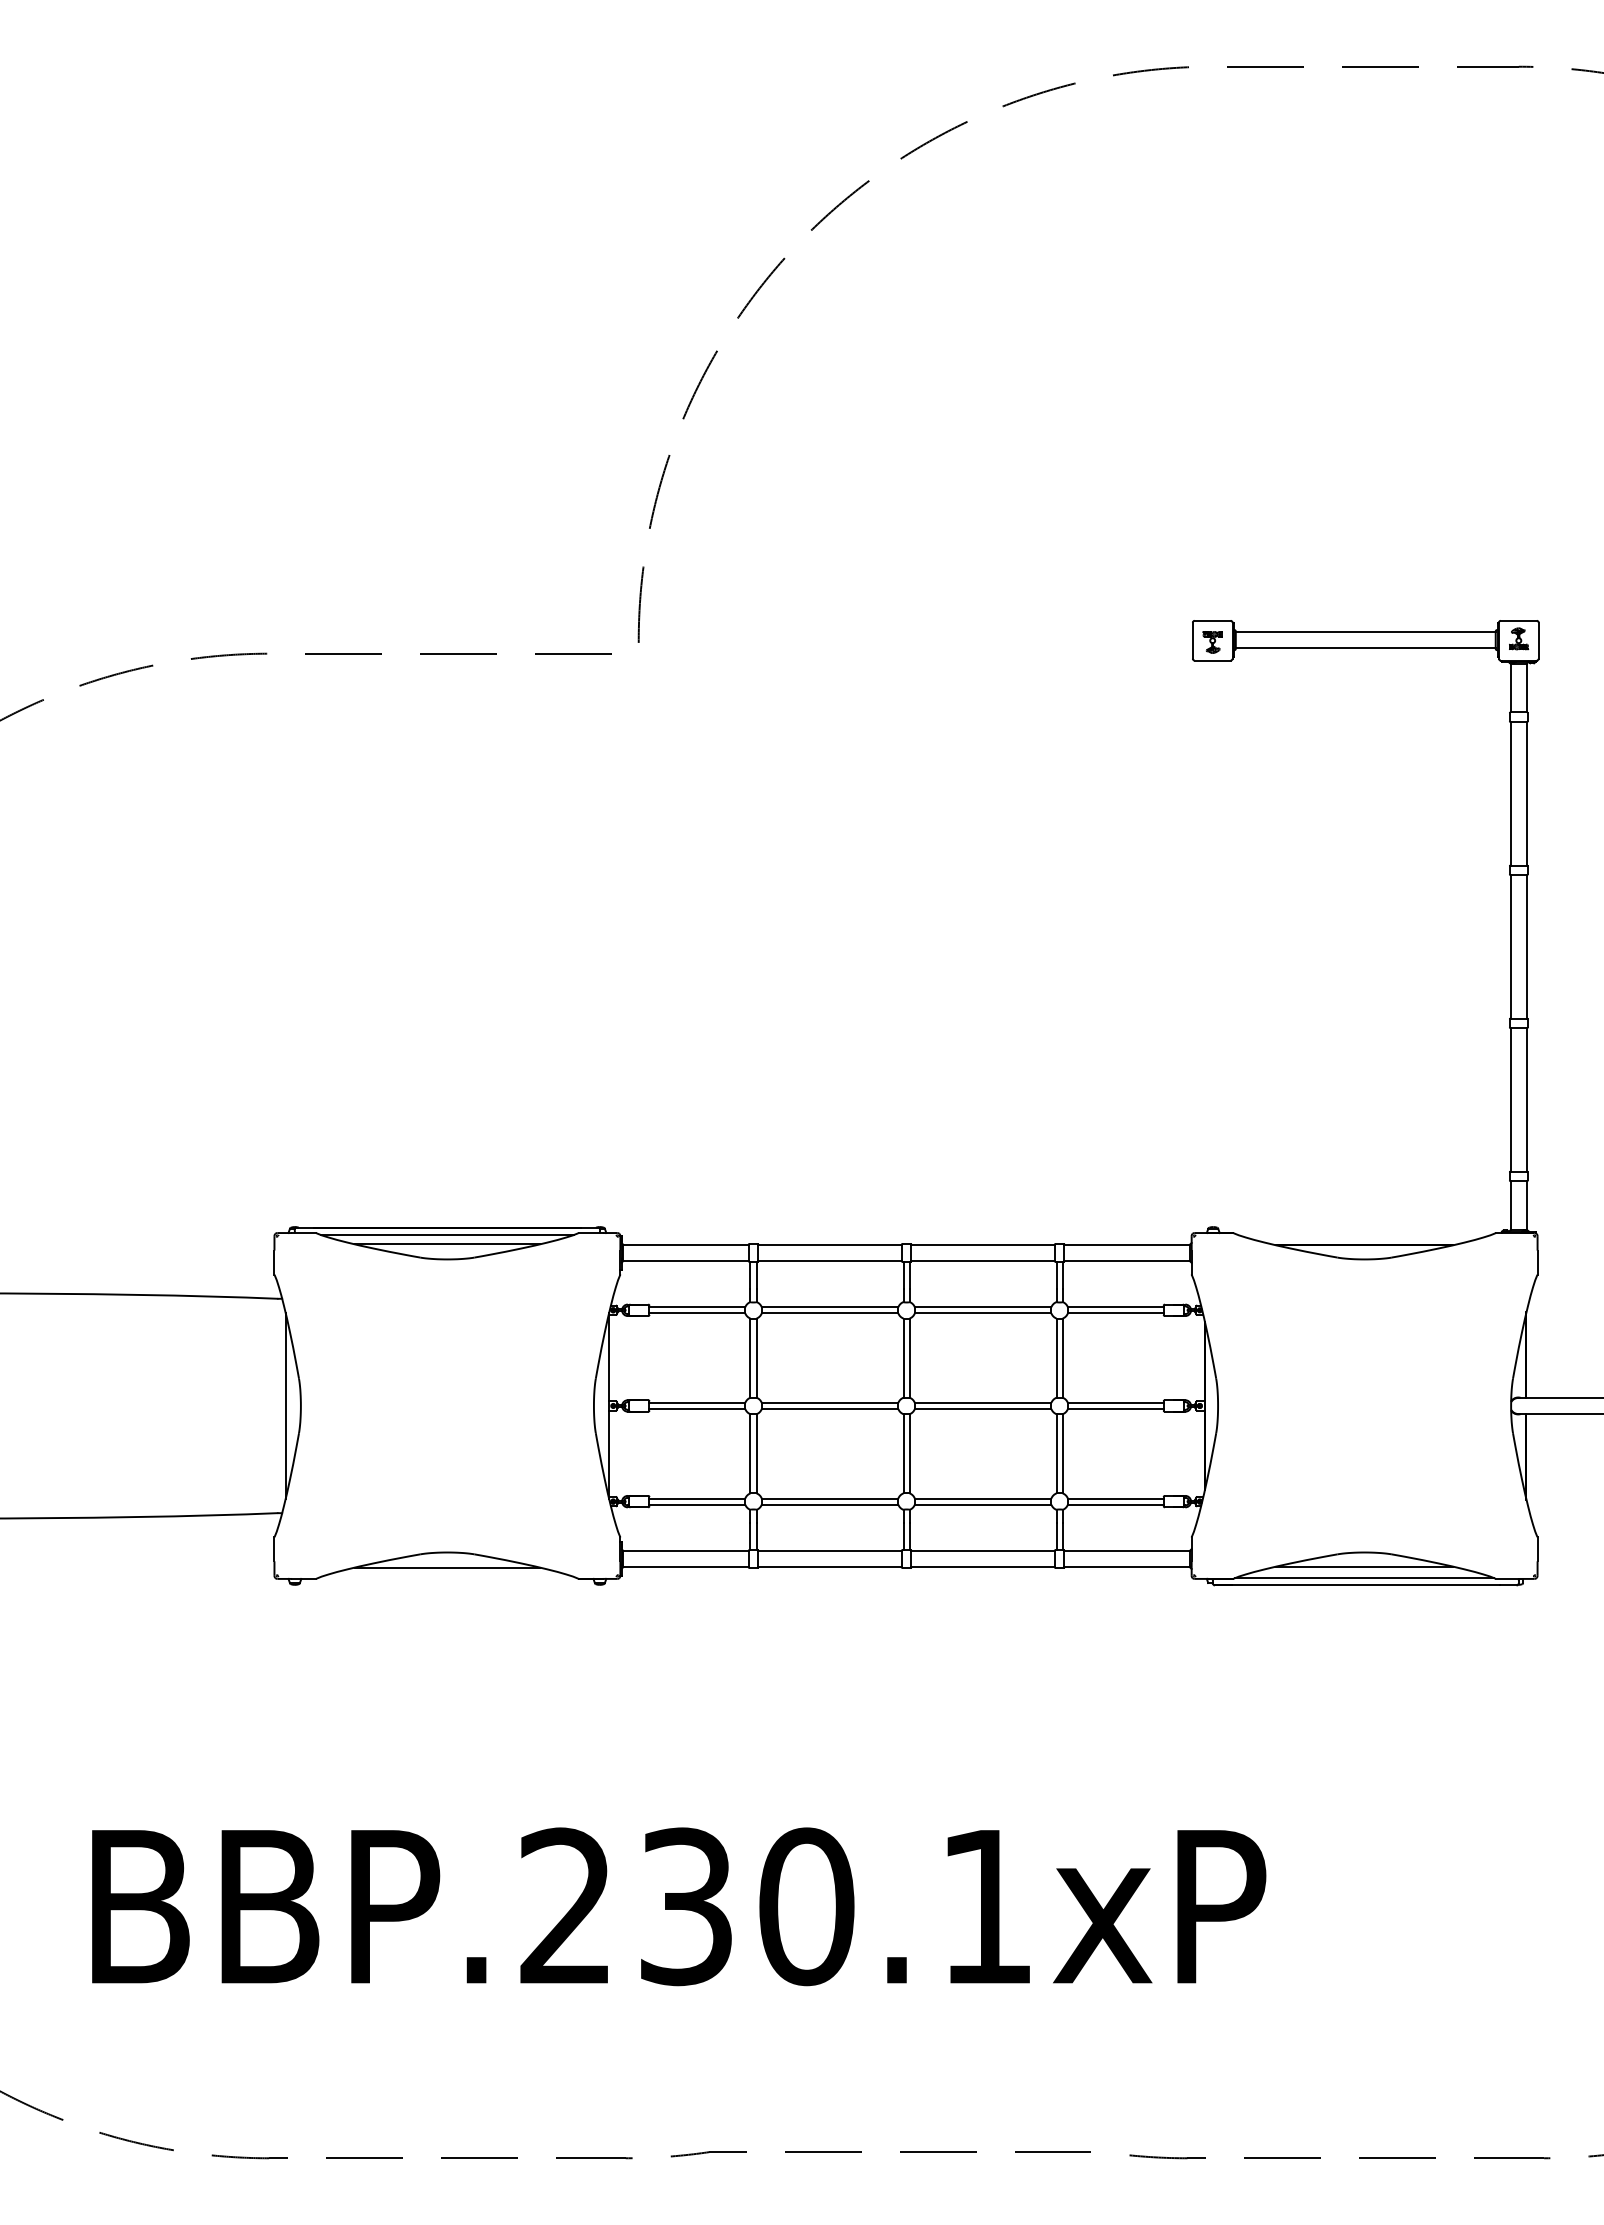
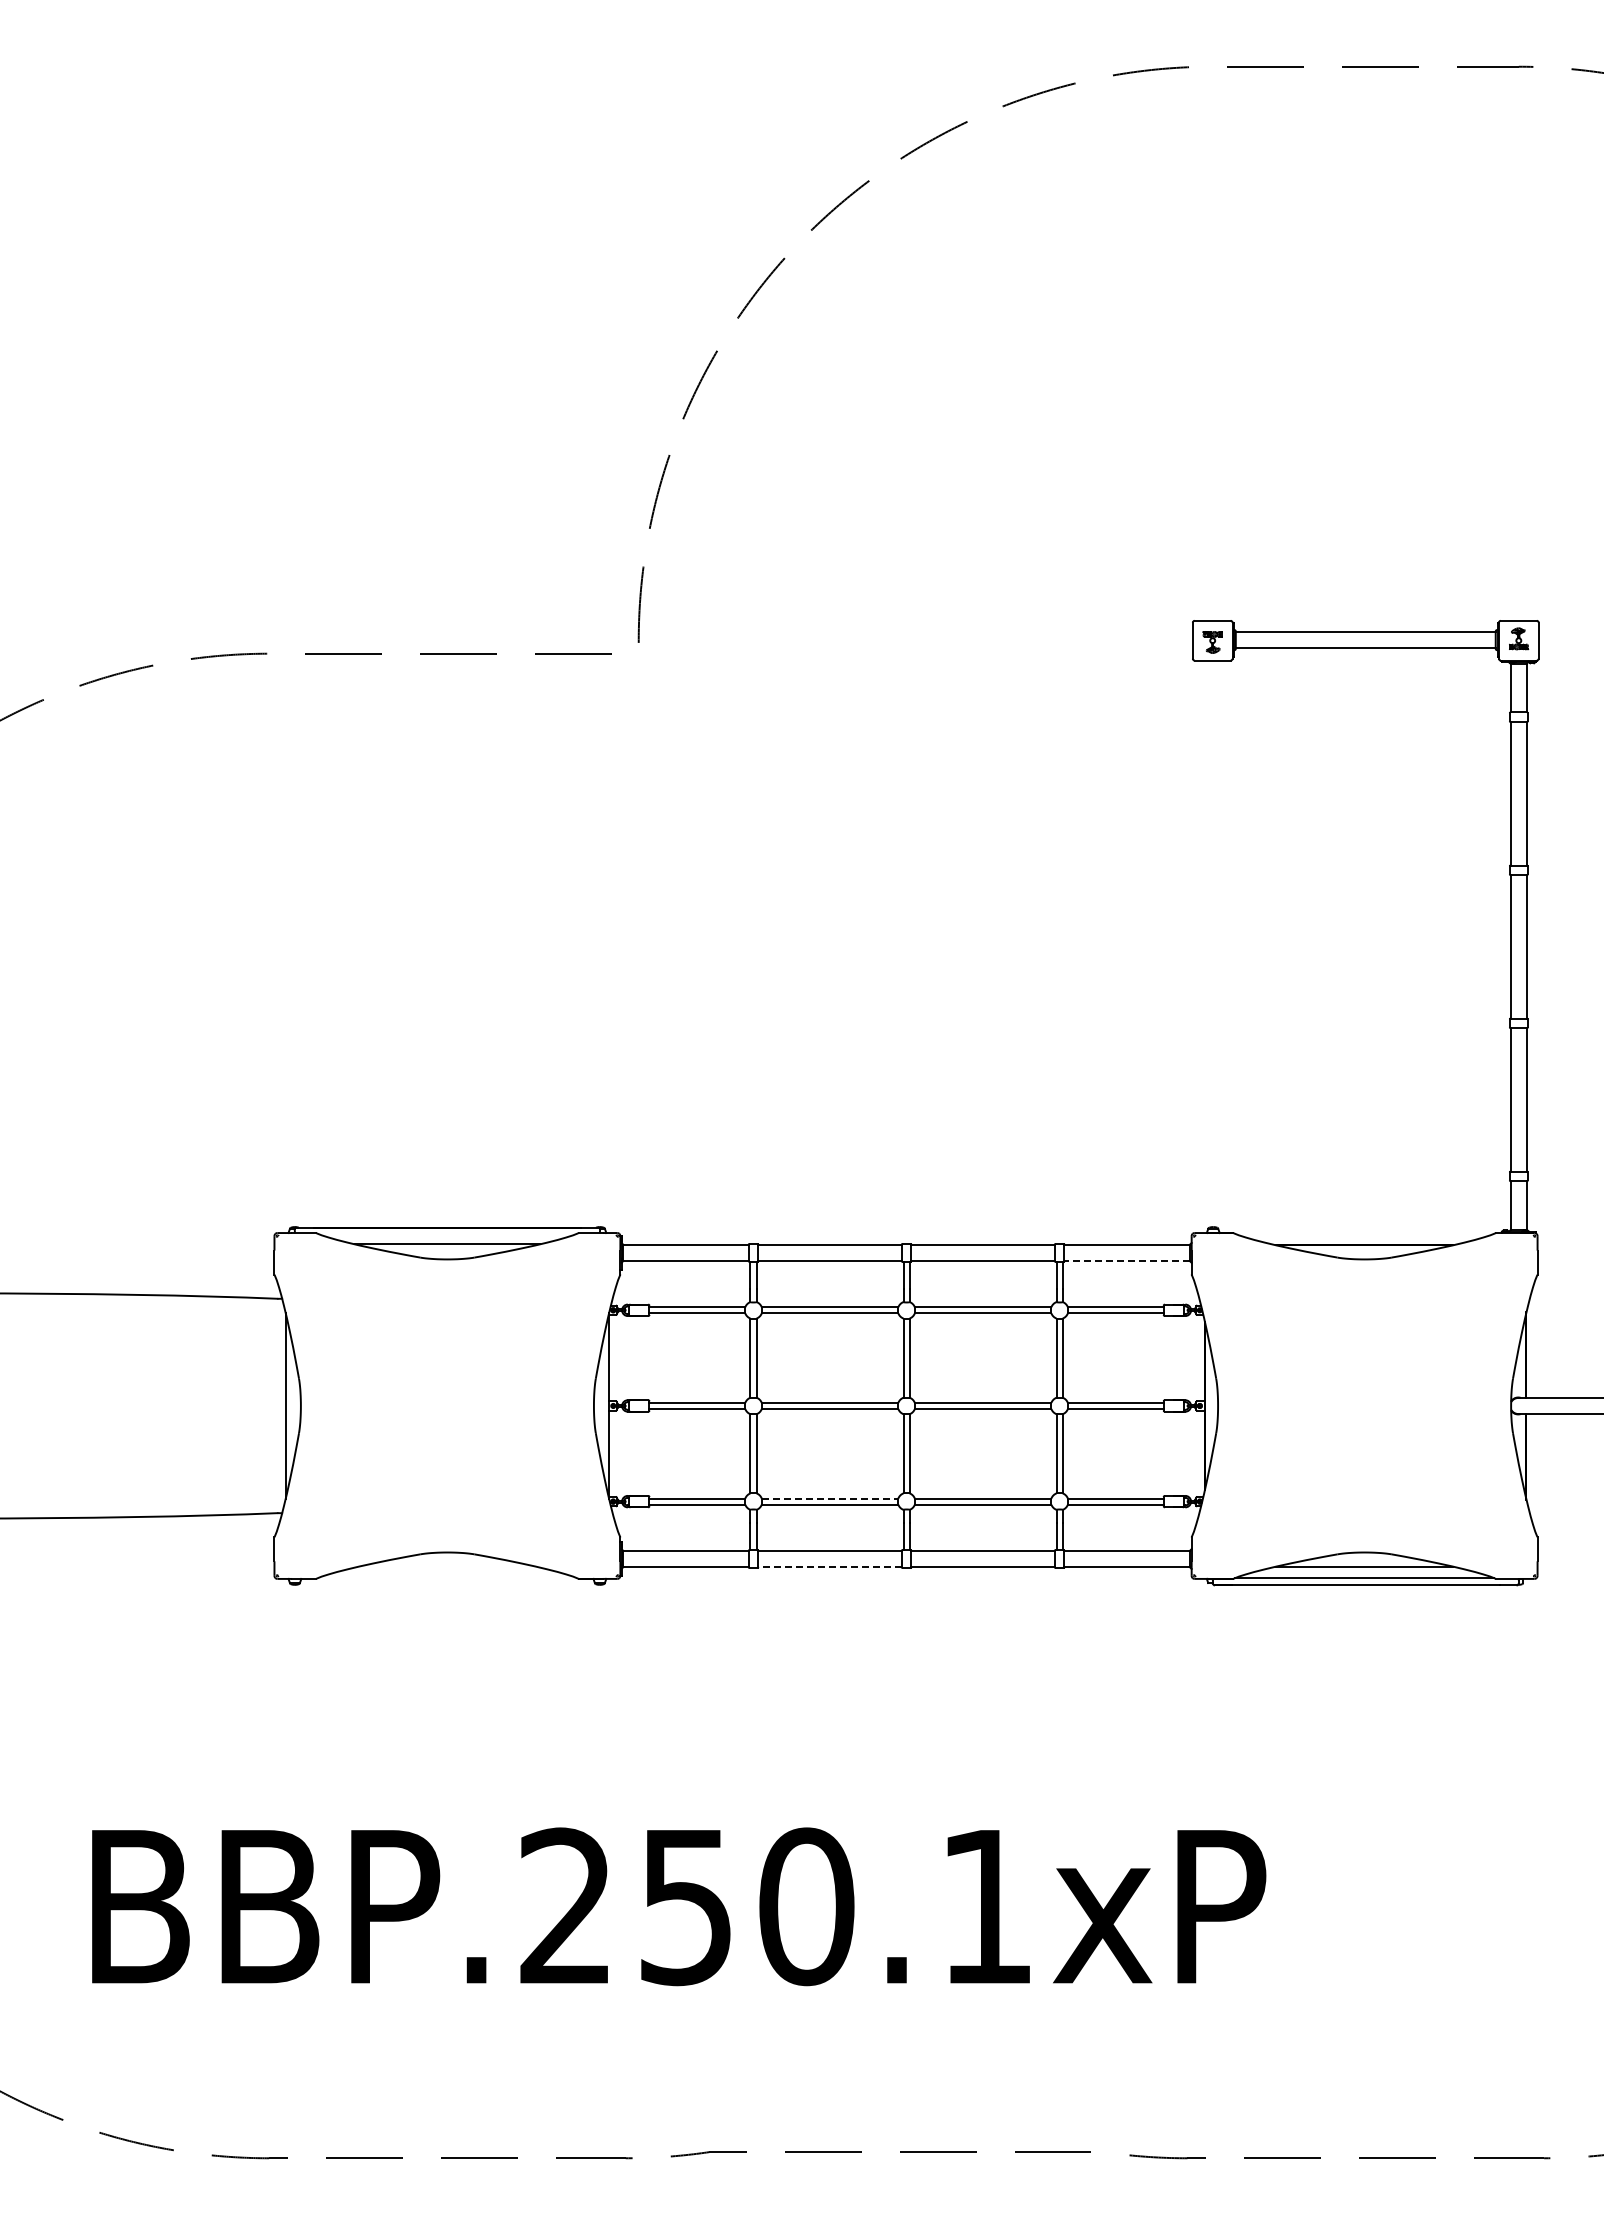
line at (447, 1234): present -> none
line at (1127, 1260): solid -> dashed
line at (830, 1498): solid -> dashed
line at (447, 1567): present -> none
line at (830, 1567): solid -> dashed
text at (686, 1906): BBP.230.1xP -> BBP.250.1xP
